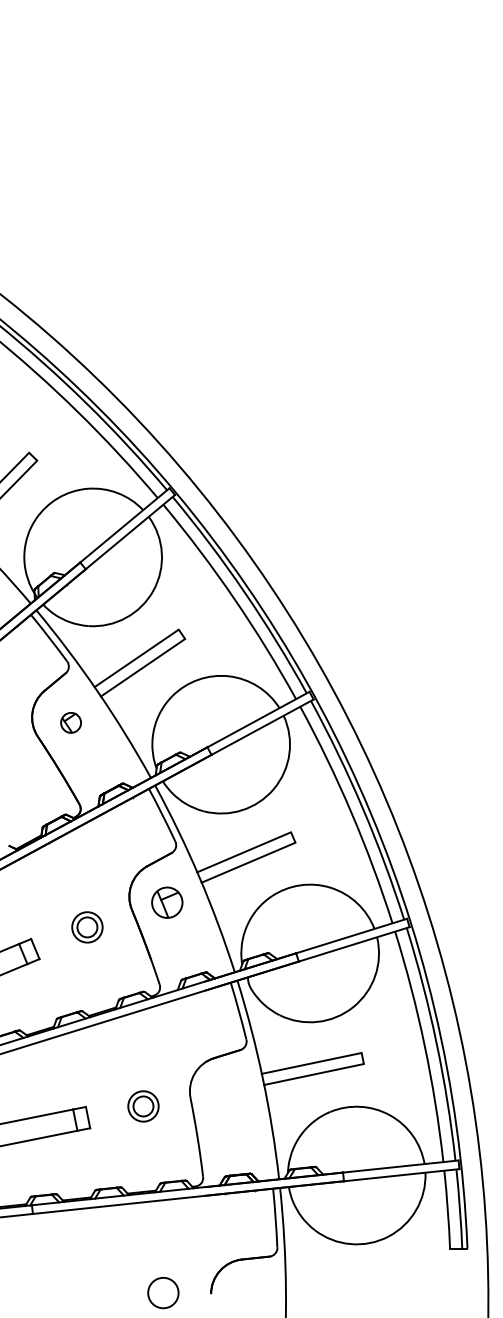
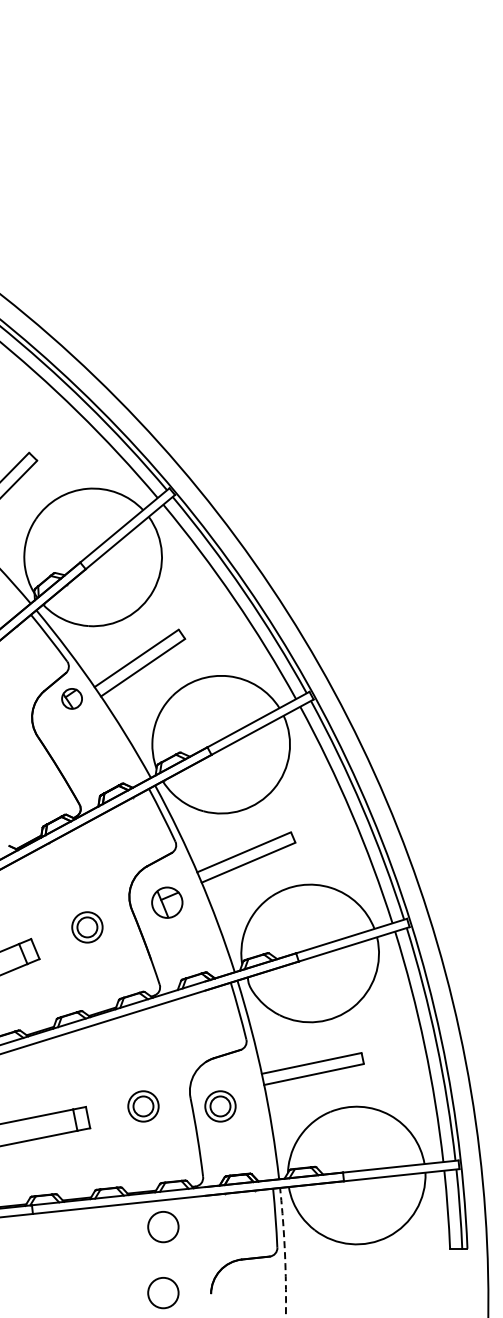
part at (70, 722) position: (70, 722) -> (71, 698)
part at (220, 1106): none -> present
circle at (163, 1227): none -> present
arc at (284, 1253): solid -> dashed
